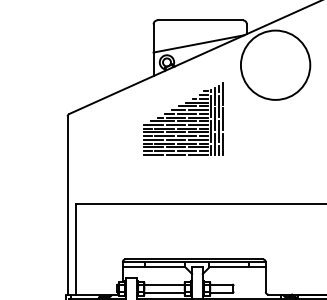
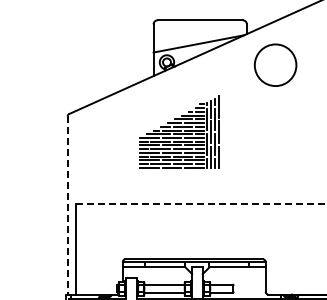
circle at (275, 64) diameter: 69 px -> 42 px
part at (183, 118) position: (183, 118) -> (179, 131)
line at (201, 203): solid -> dashed
line at (67, 206): solid -> dashed
